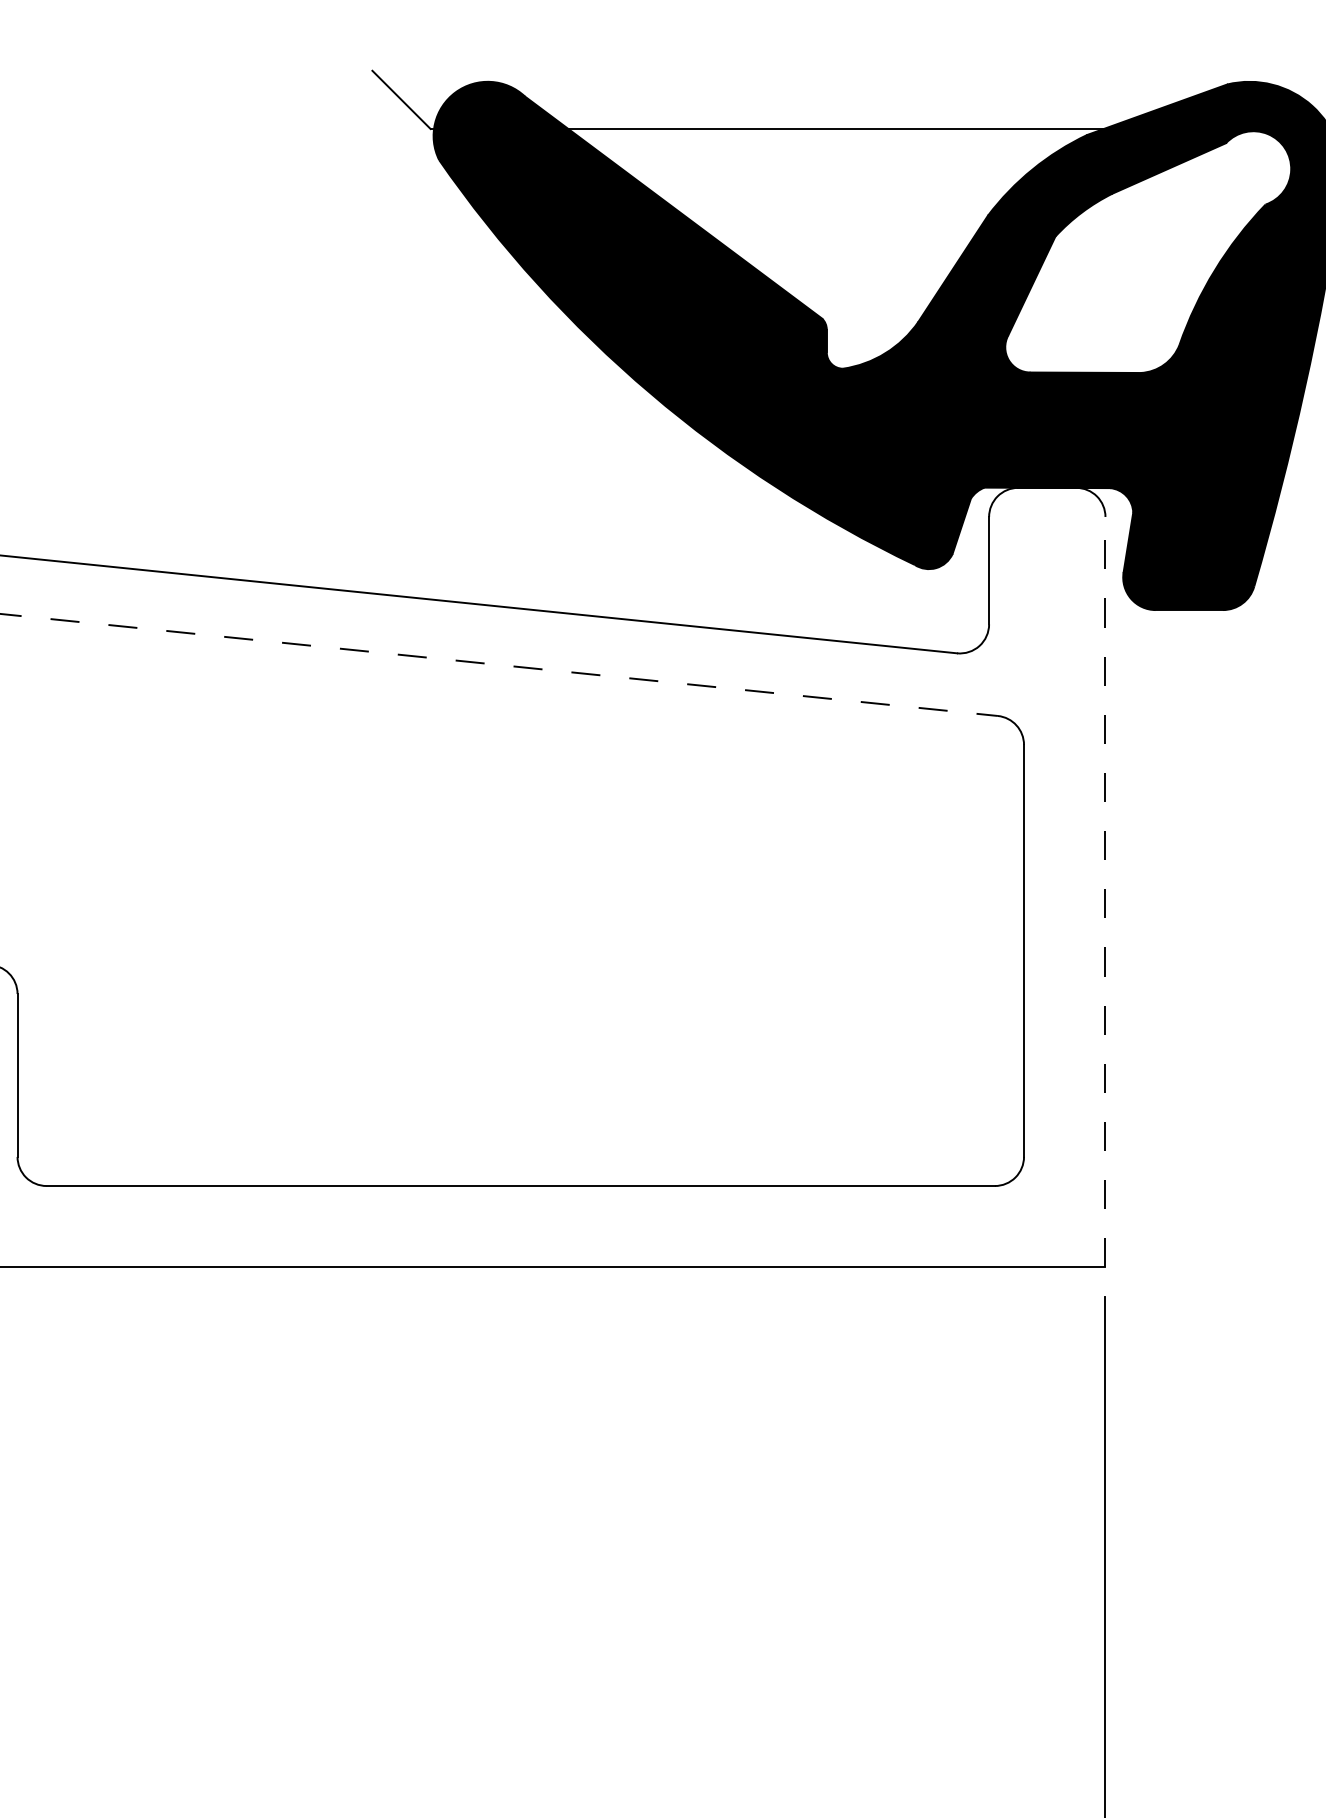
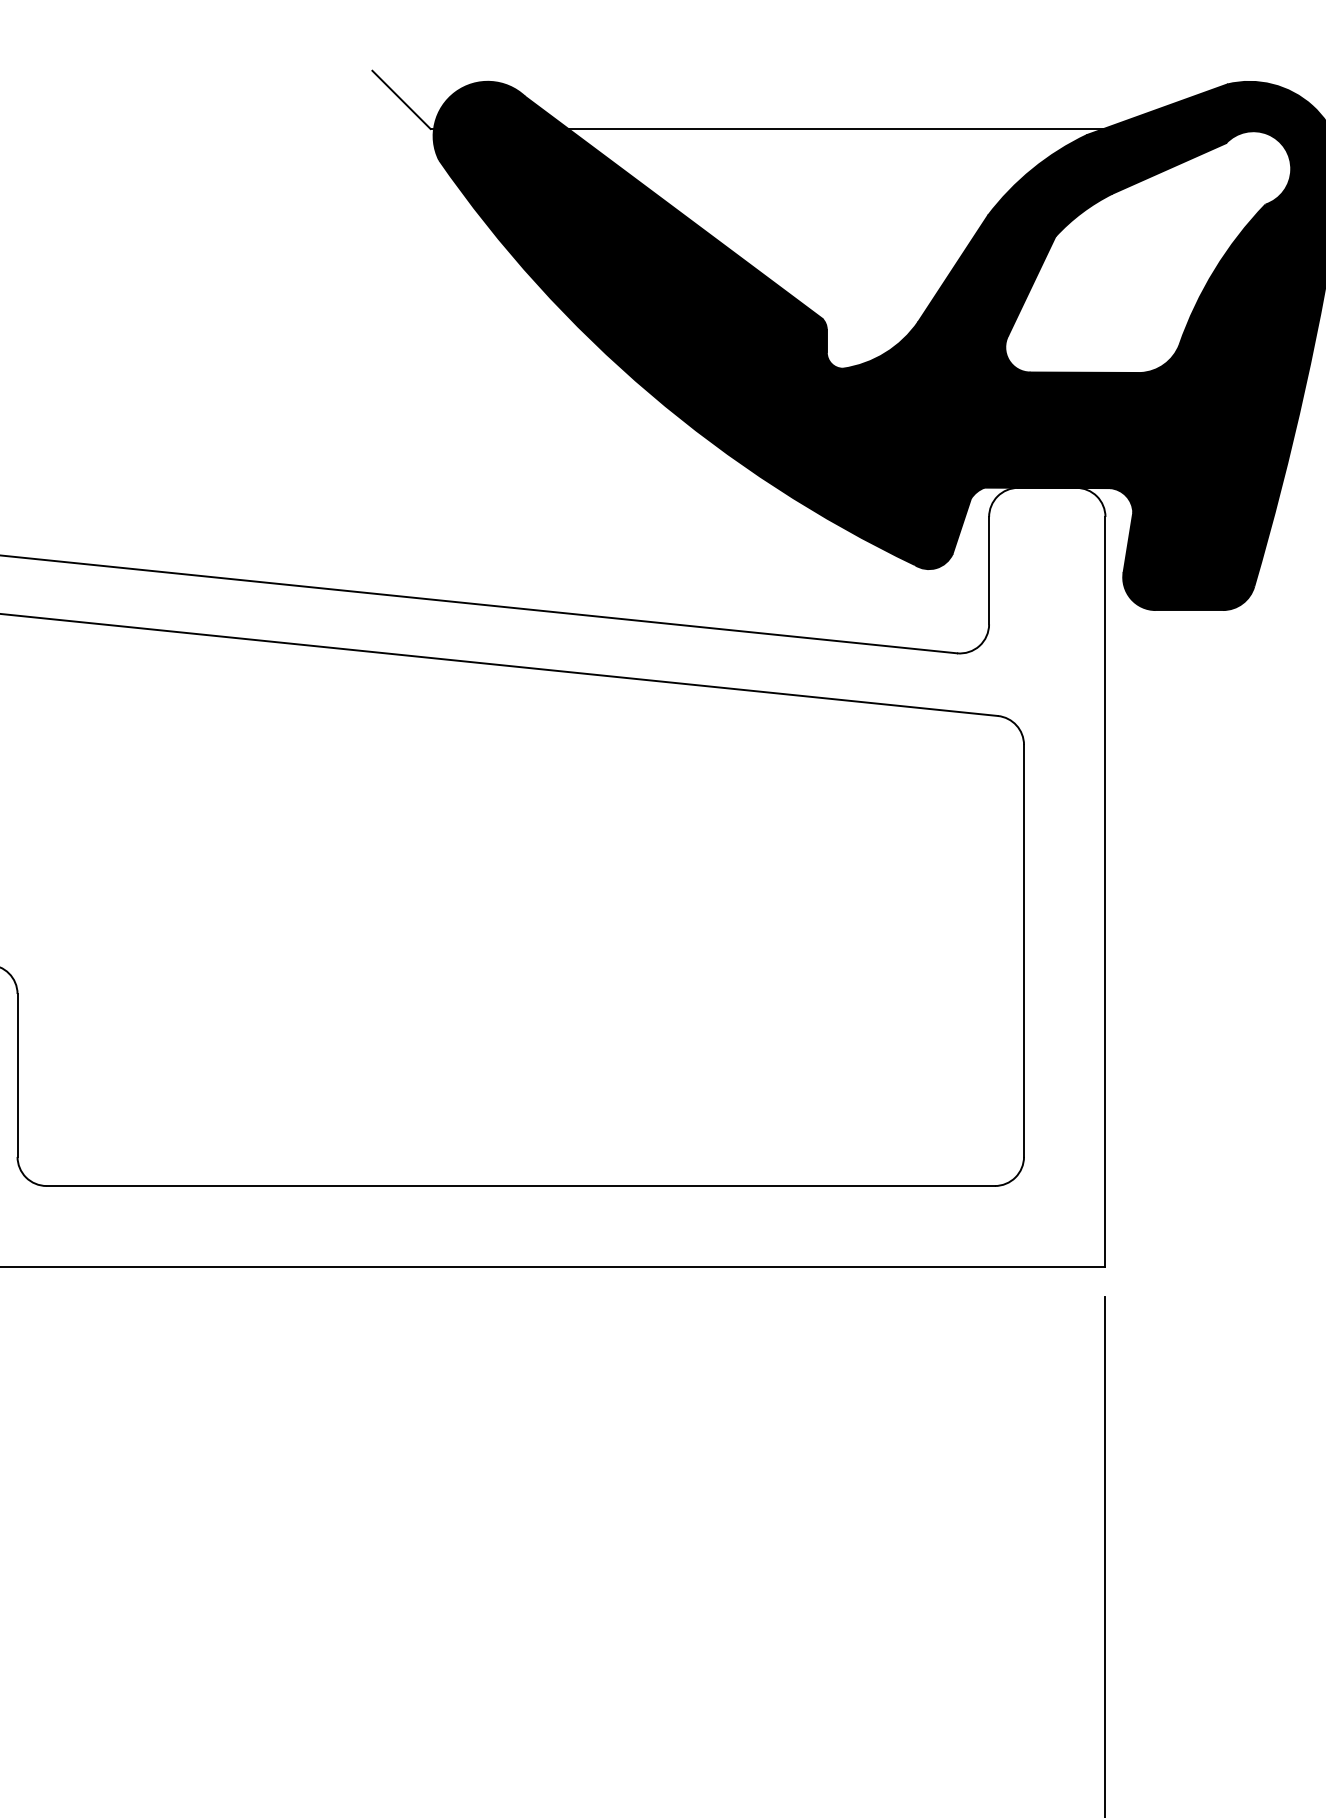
line at (499, 665): dashed -> solid
line at (1105, 891): dashed -> solid
